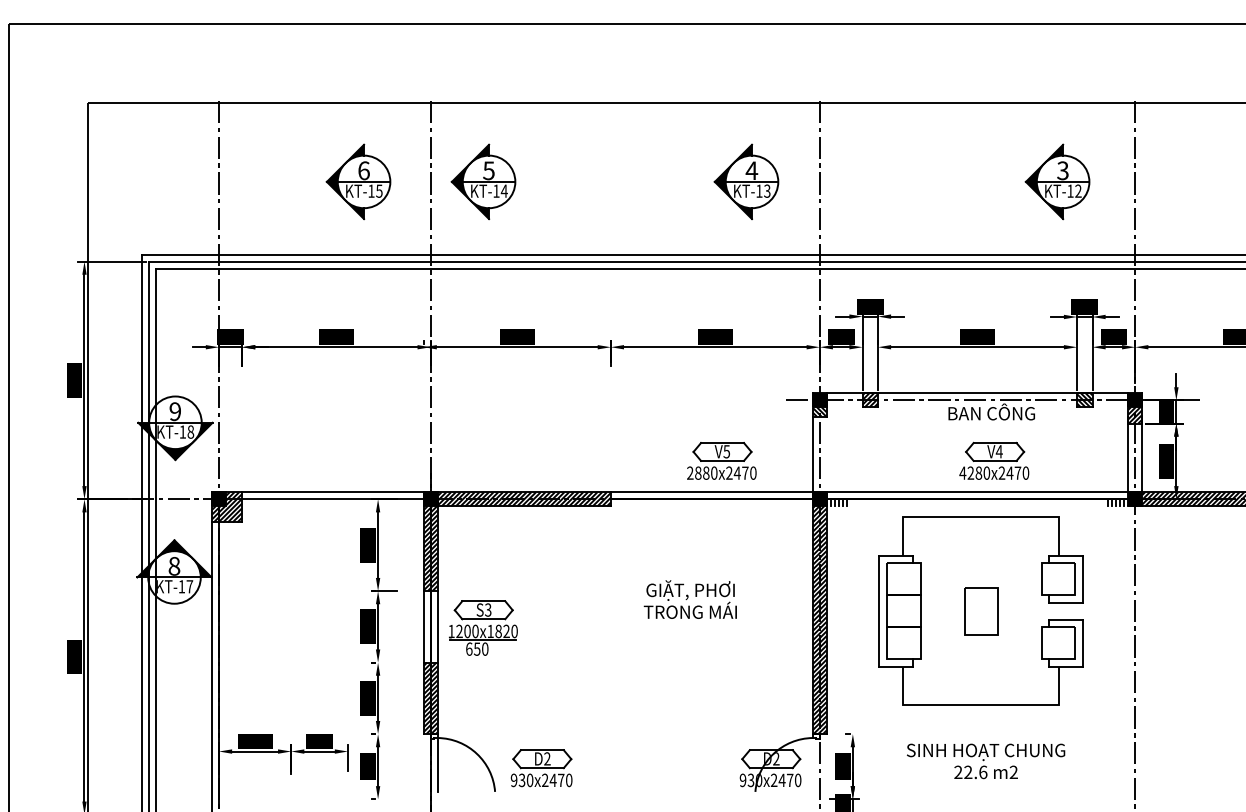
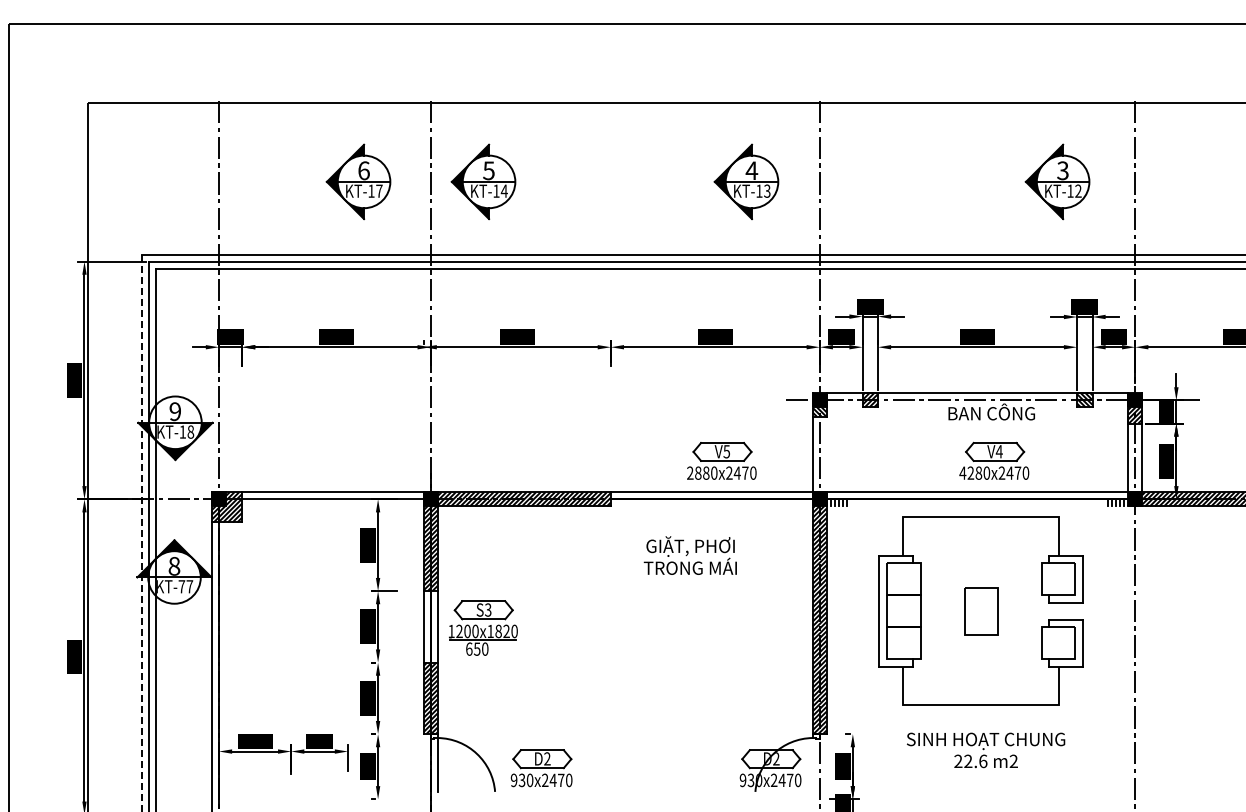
text at (379, 190): KT-15 -> KT-17
line at (141, 533): solid -> dashed
text at (181, 586): KT-17 -> KT-77
text at (689, 599) position: (689, 599) -> (689, 555)
text at (986, 761) position: (986, 761) -> (986, 750)
